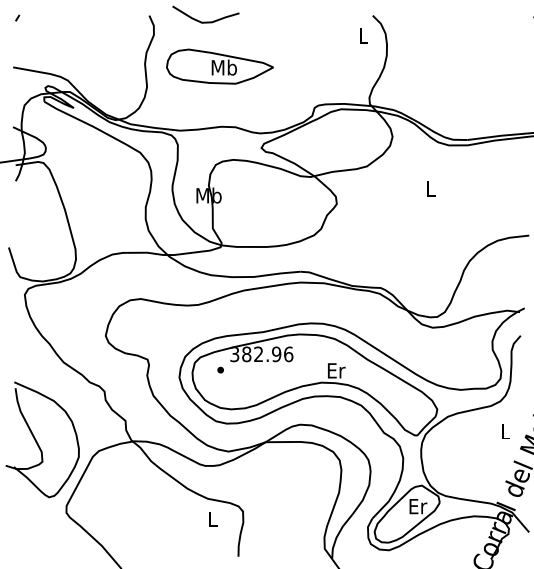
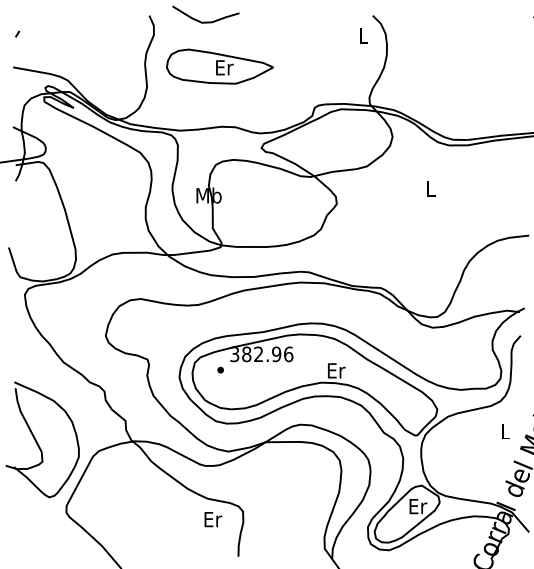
line at (17, 17) position: (17, 17) -> (17, 33)
text at (223, 67): Mb -> Er
text at (213, 519): L -> Er
